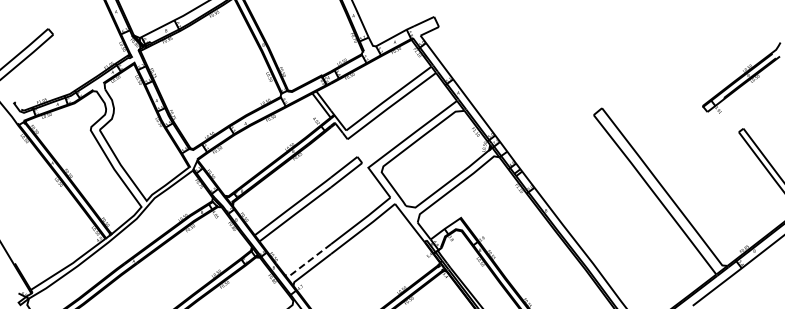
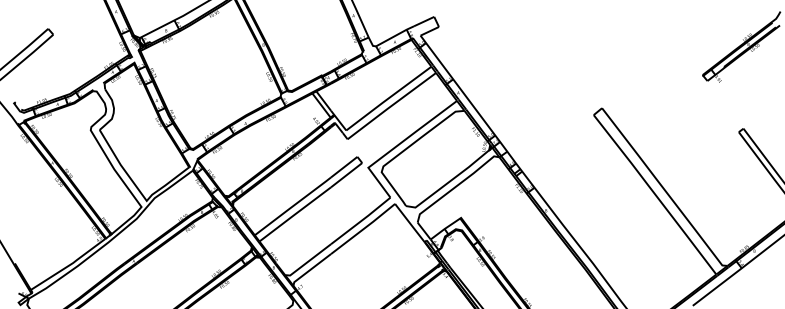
part at (741, 77) position: (741, 77) -> (741, 46)
line at (307, 262): dashed -> solid
